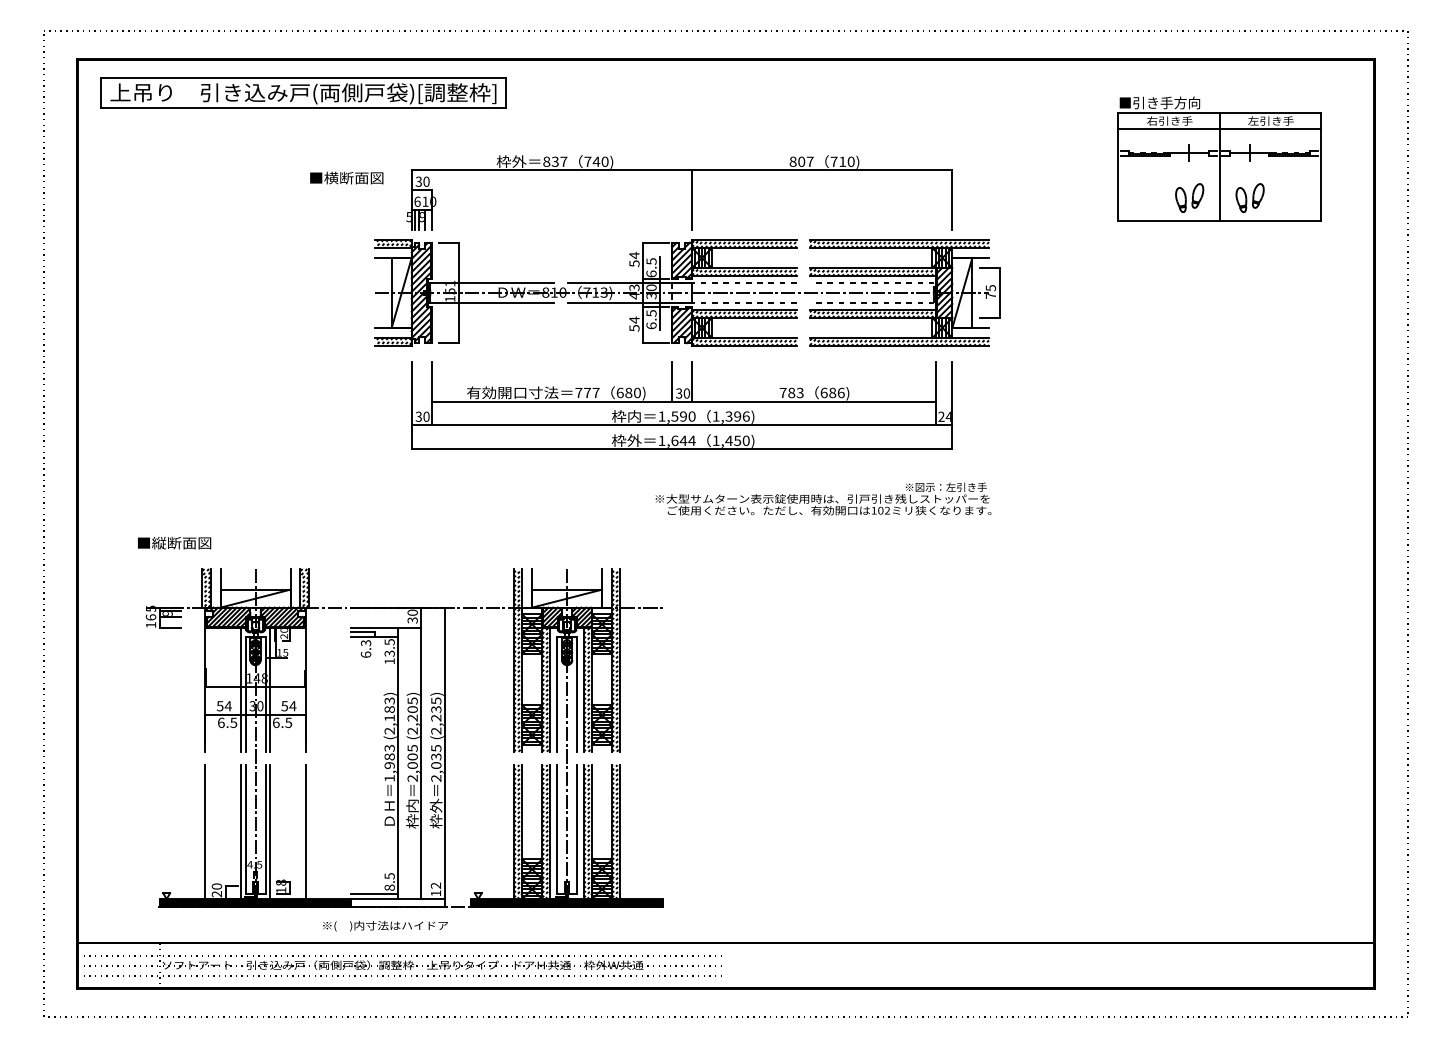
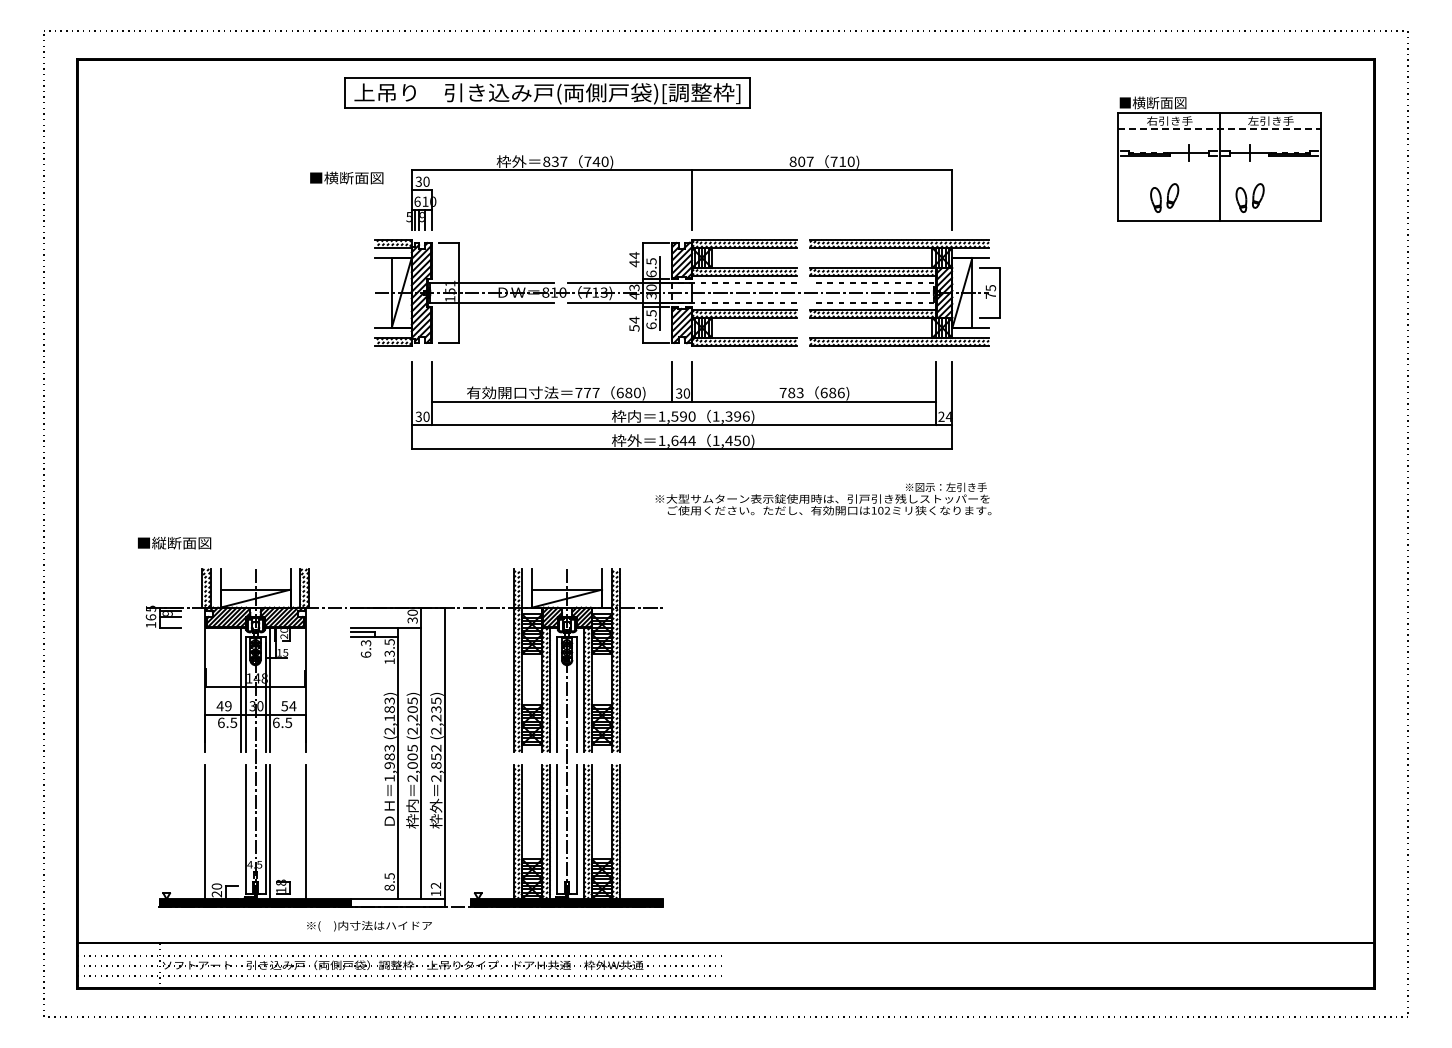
part at (303, 92) position: (303, 92) -> (547, 92)
text at (1166, 102): ■引き手方向 -> ■横断面図
line at (1220, 129): solid -> dashed
part at (1189, 197) position: (1189, 197) -> (1164, 197)
text at (634, 263): 54 -> 44
text at (223, 706): 54 -> 49
text at (436, 756): 2,035 -> 2,852
line at (241, 832): present -> none
line at (374, 893): present -> none
text at (385, 926) position: (385, 926) -> (369, 926)
